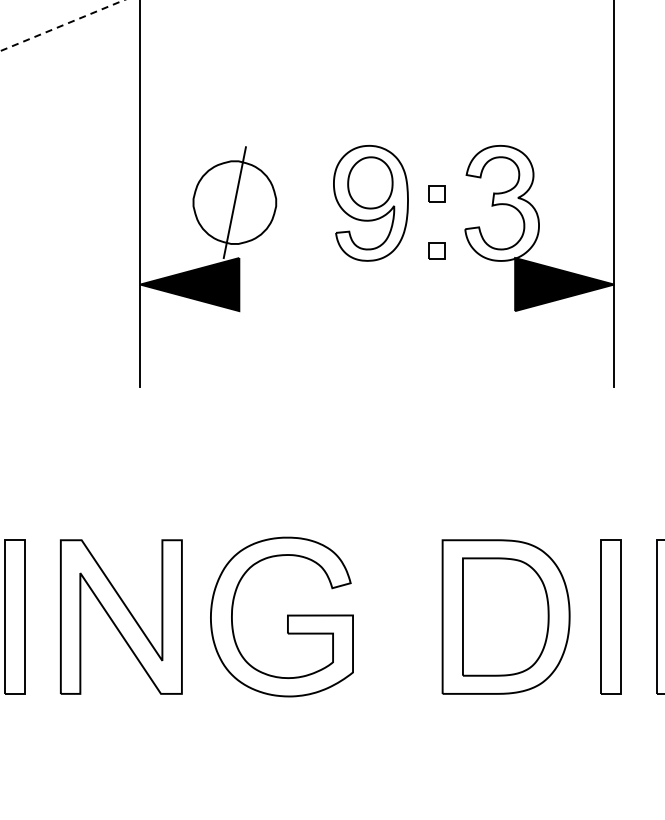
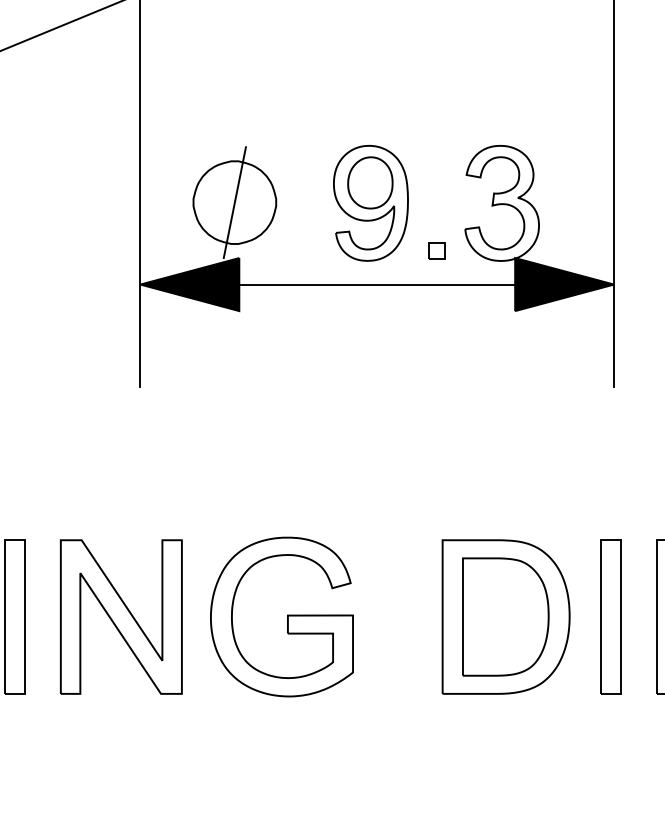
line at (61, 25): dashed -> solid
part at (436, 193): present -> none
line at (377, 284): none -> present
